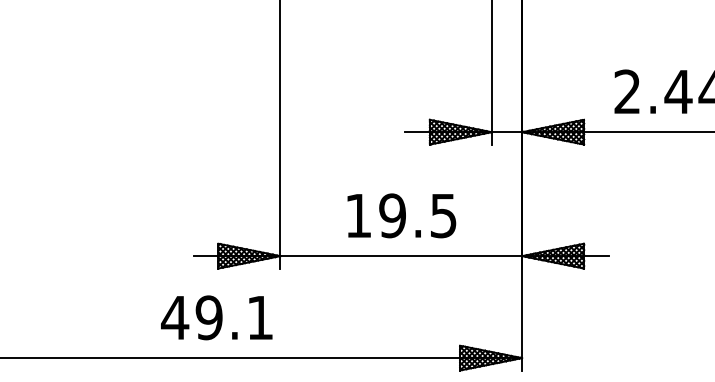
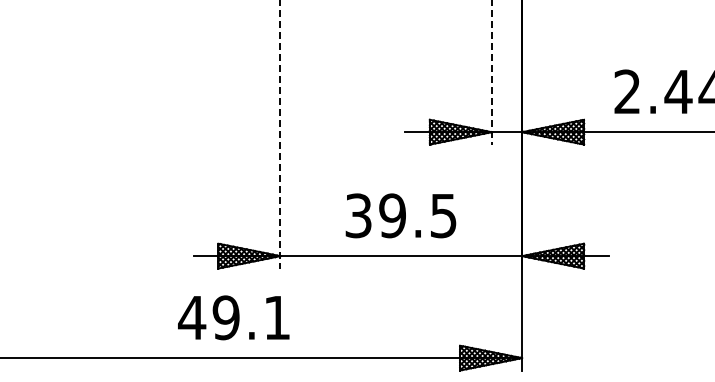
line at (491, 72): solid -> dashed
line at (280, 134): solid -> dashed
text at (358, 215): 19.5 -> 39.5
text at (216, 317) position: (216, 317) -> (233, 317)
